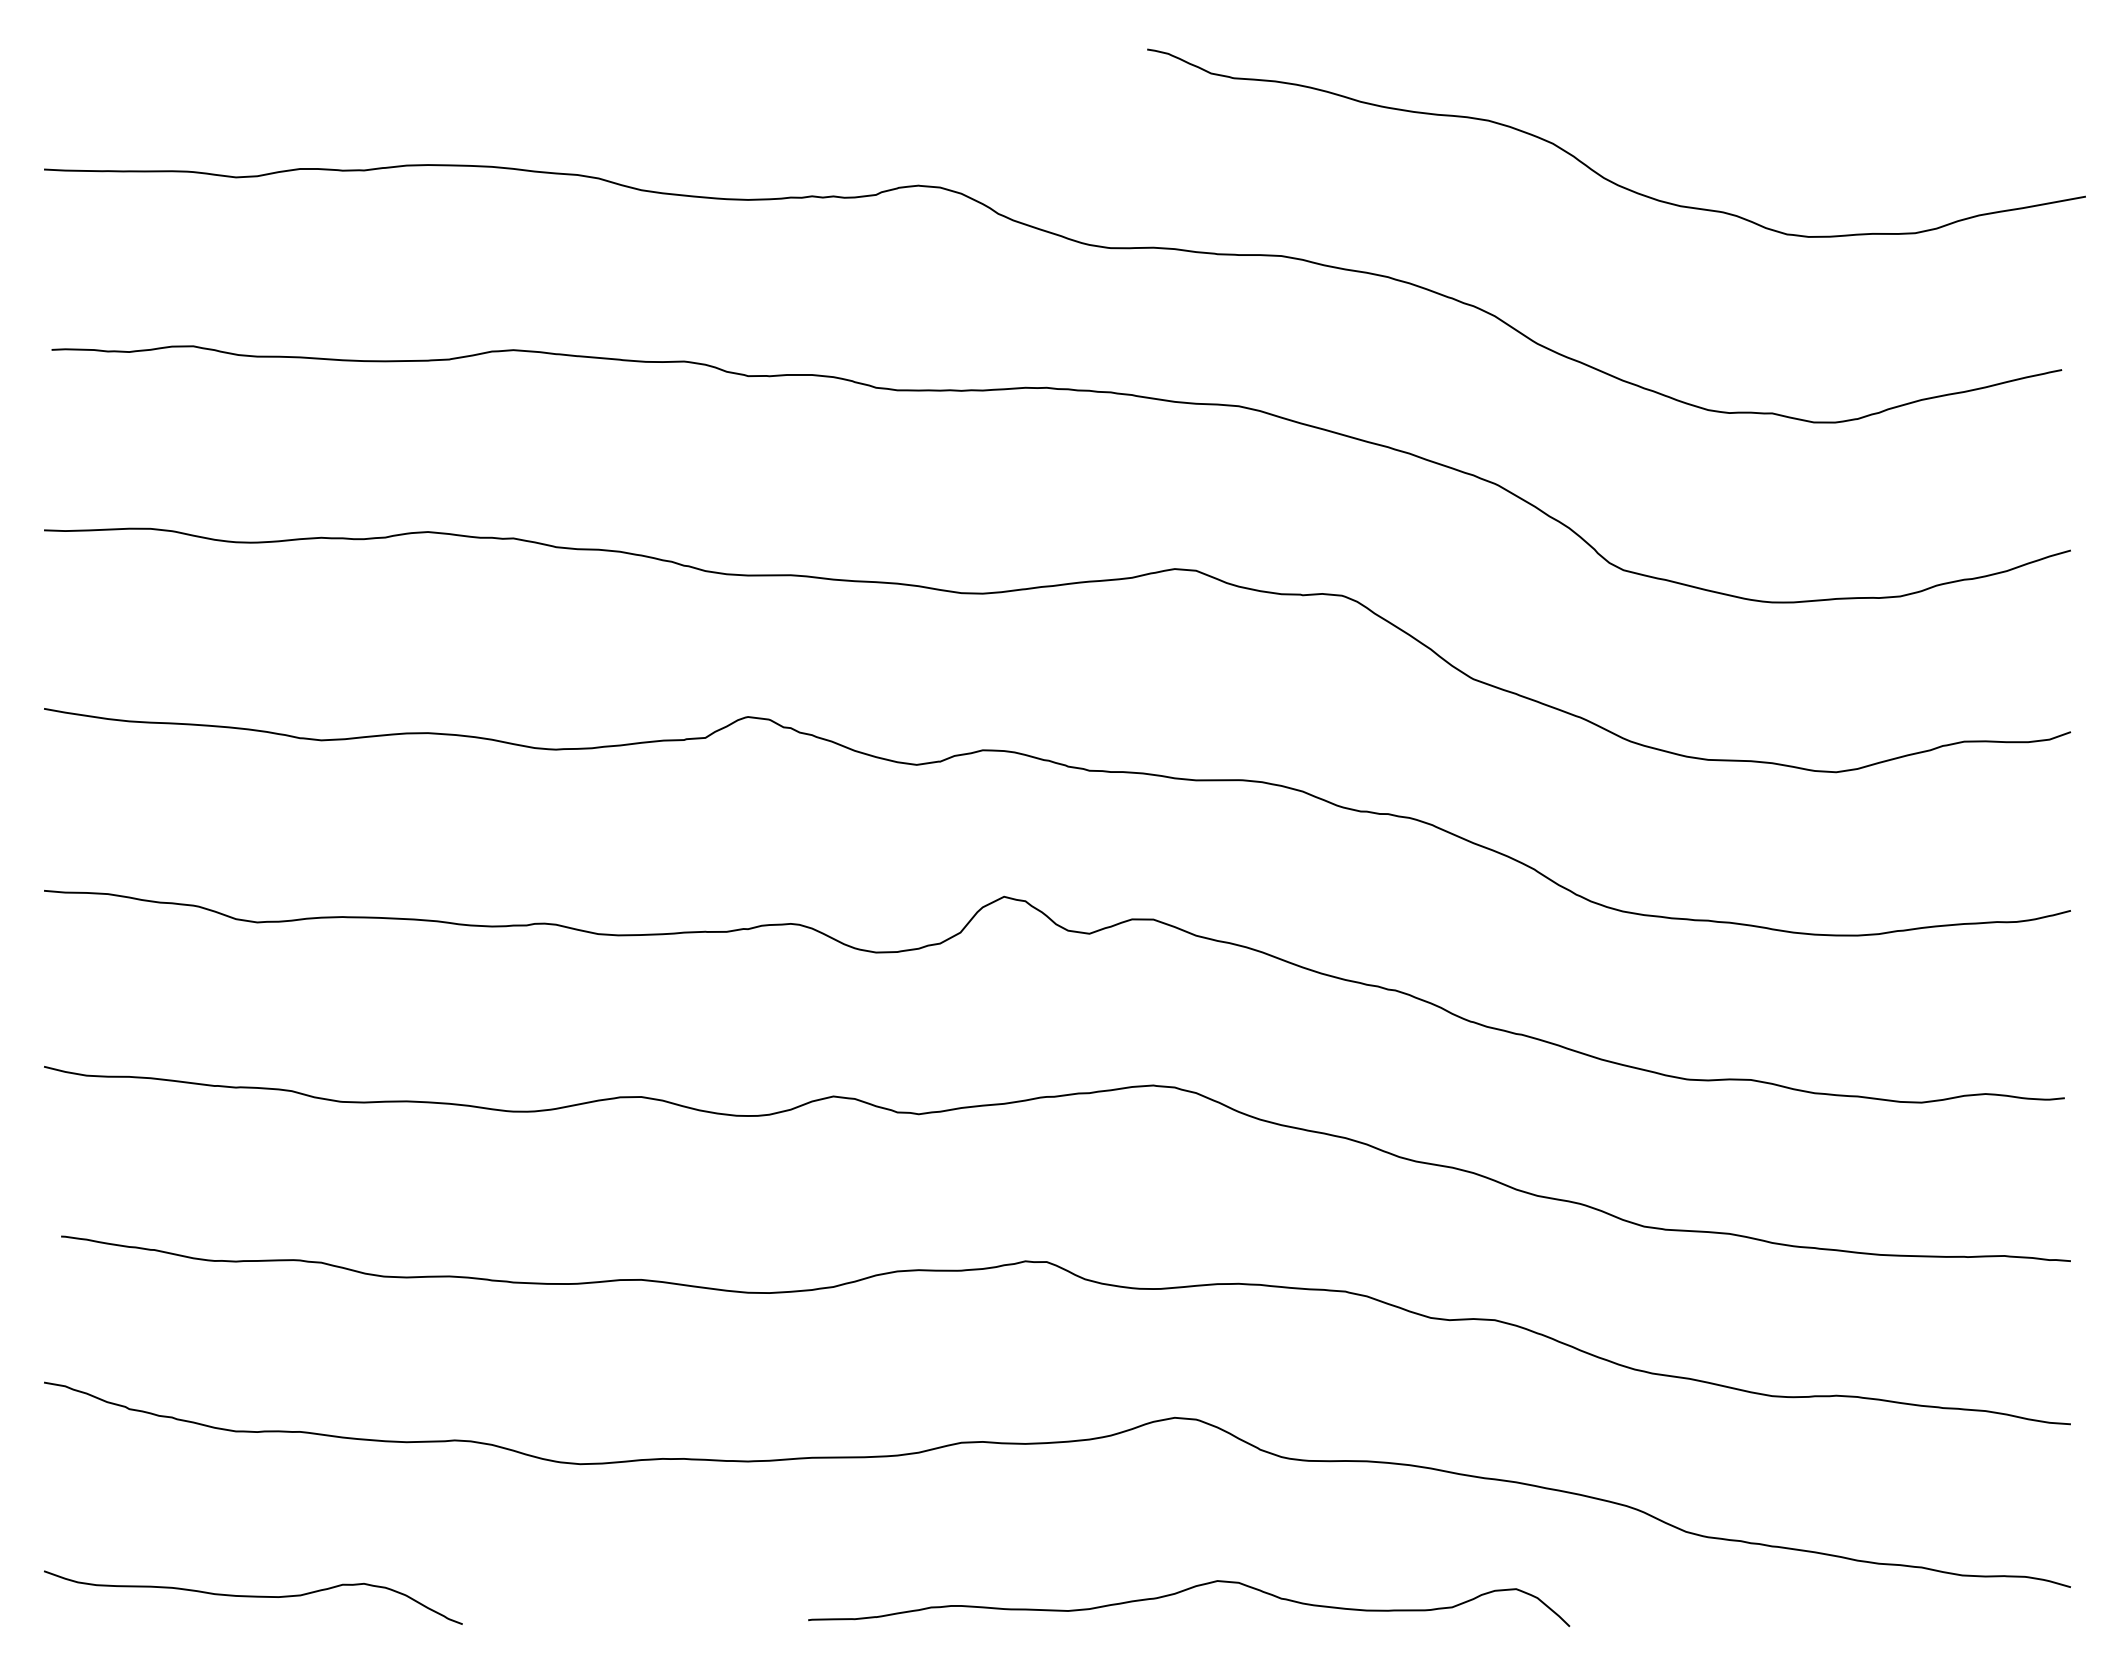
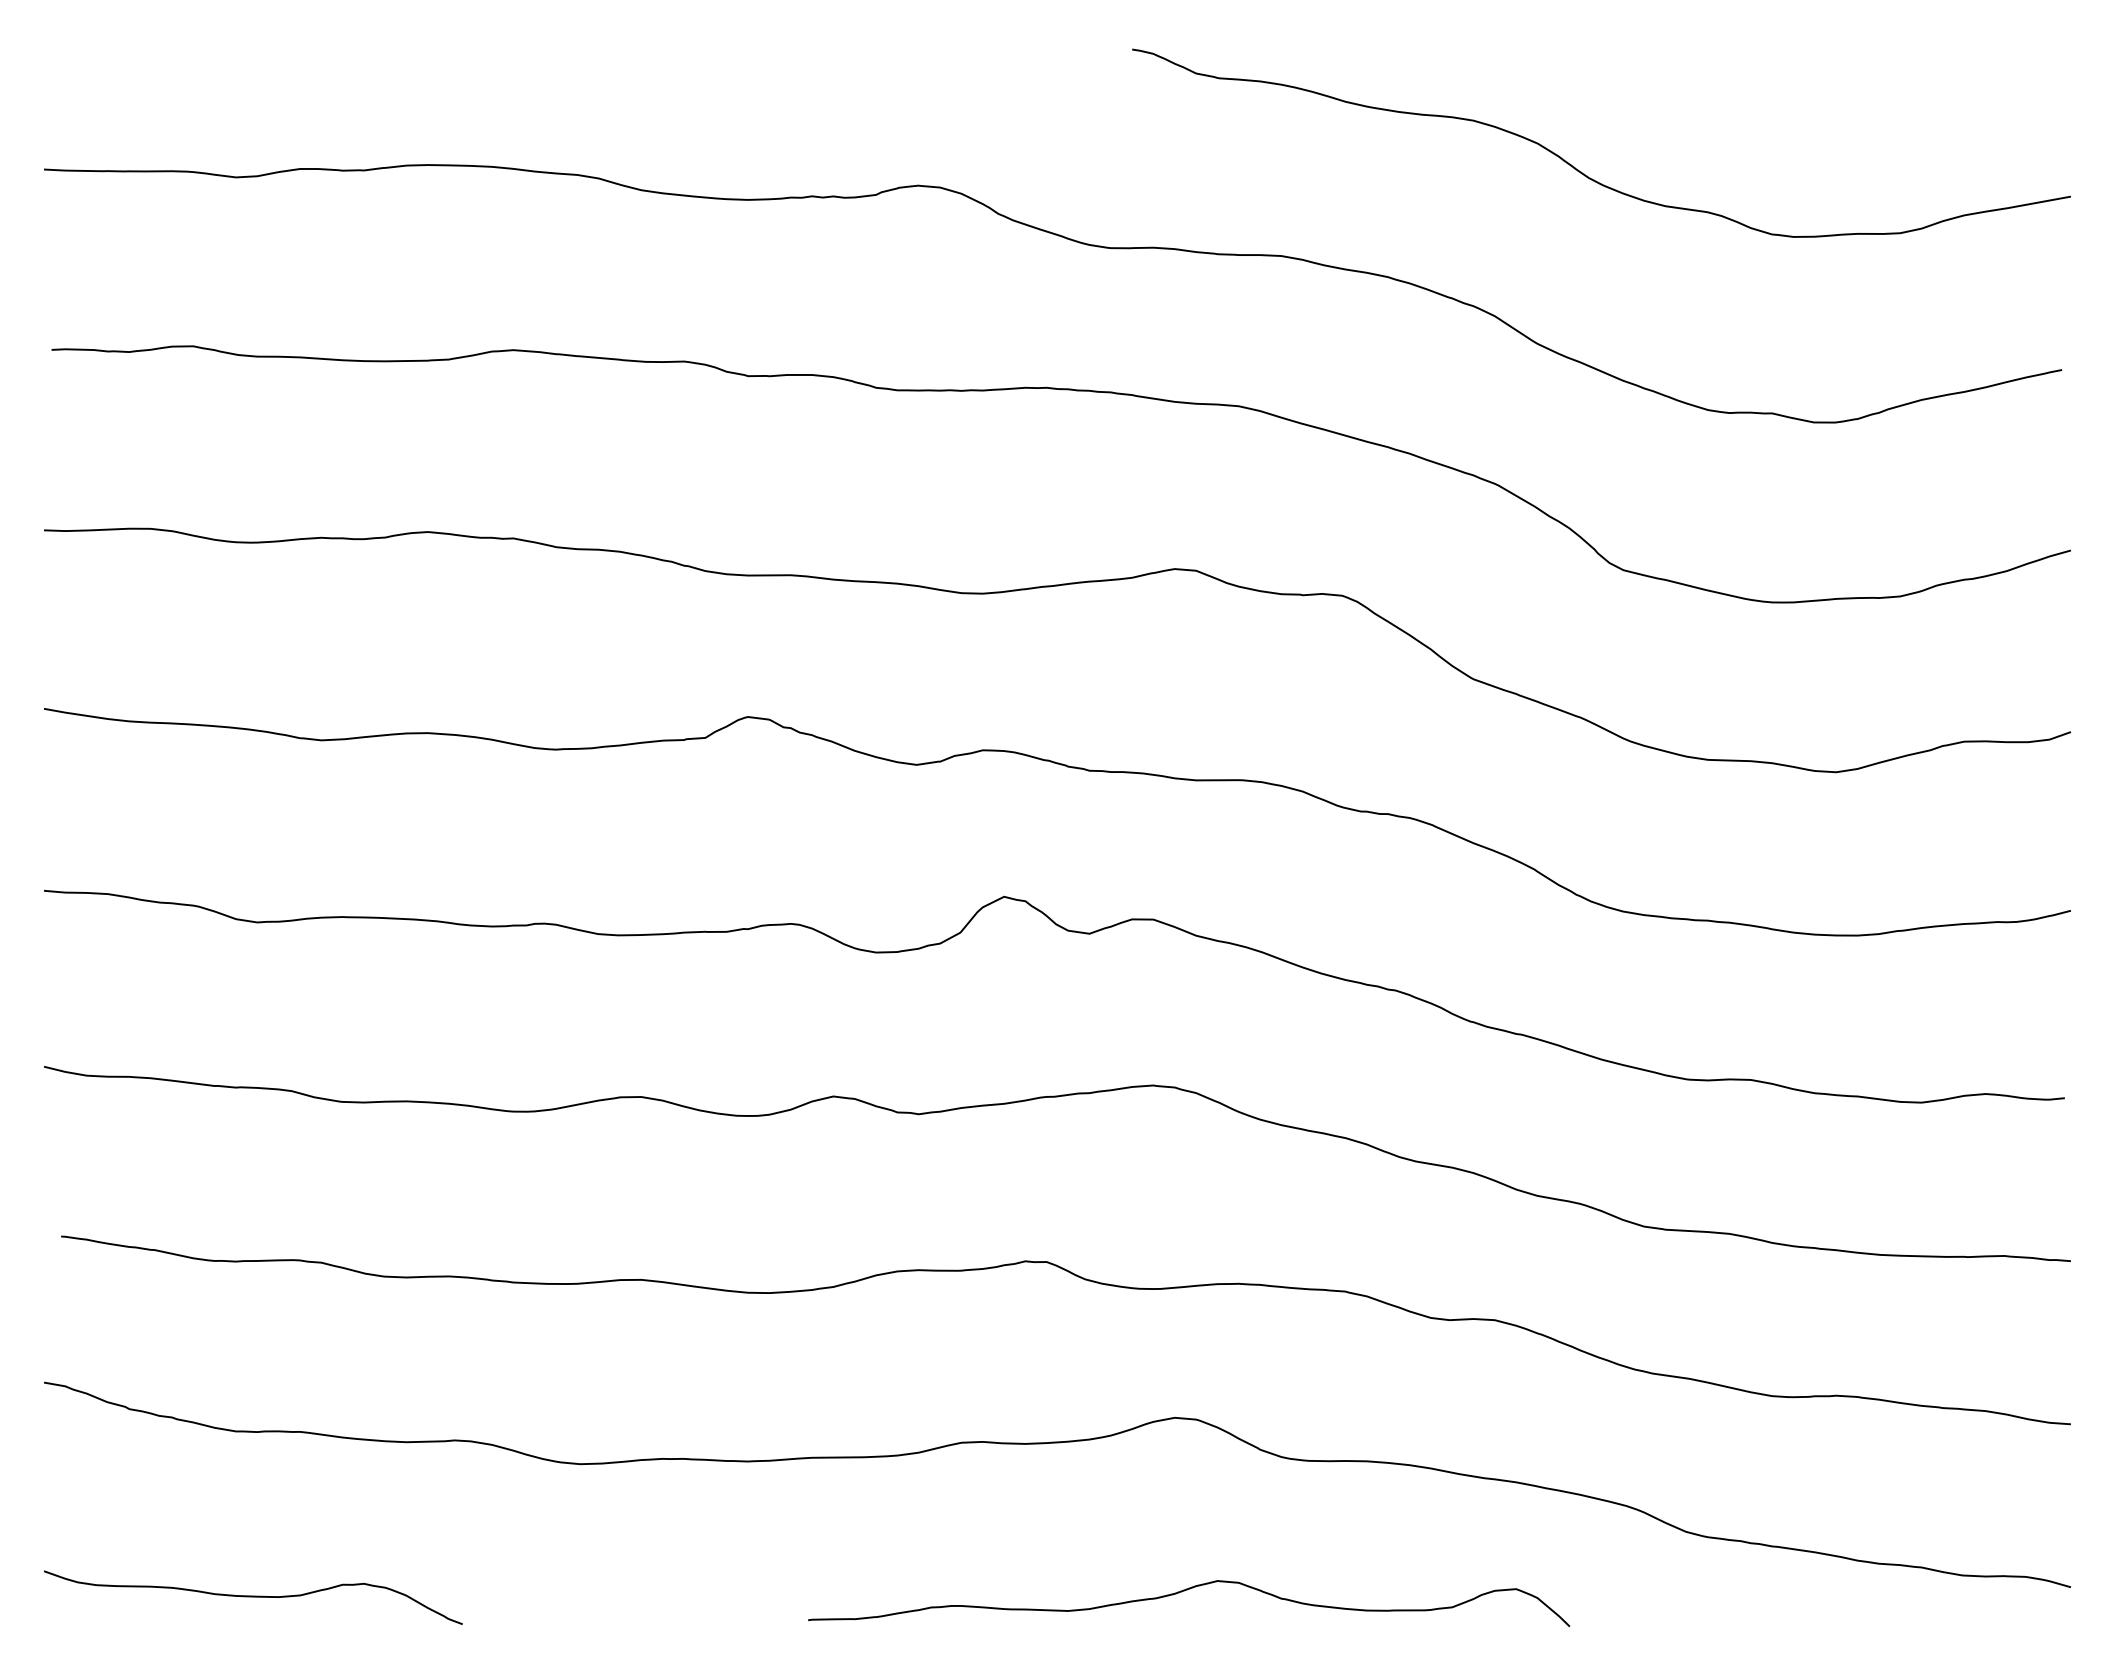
curve at (1596, 171) position: (1596, 171) -> (1581, 171)
